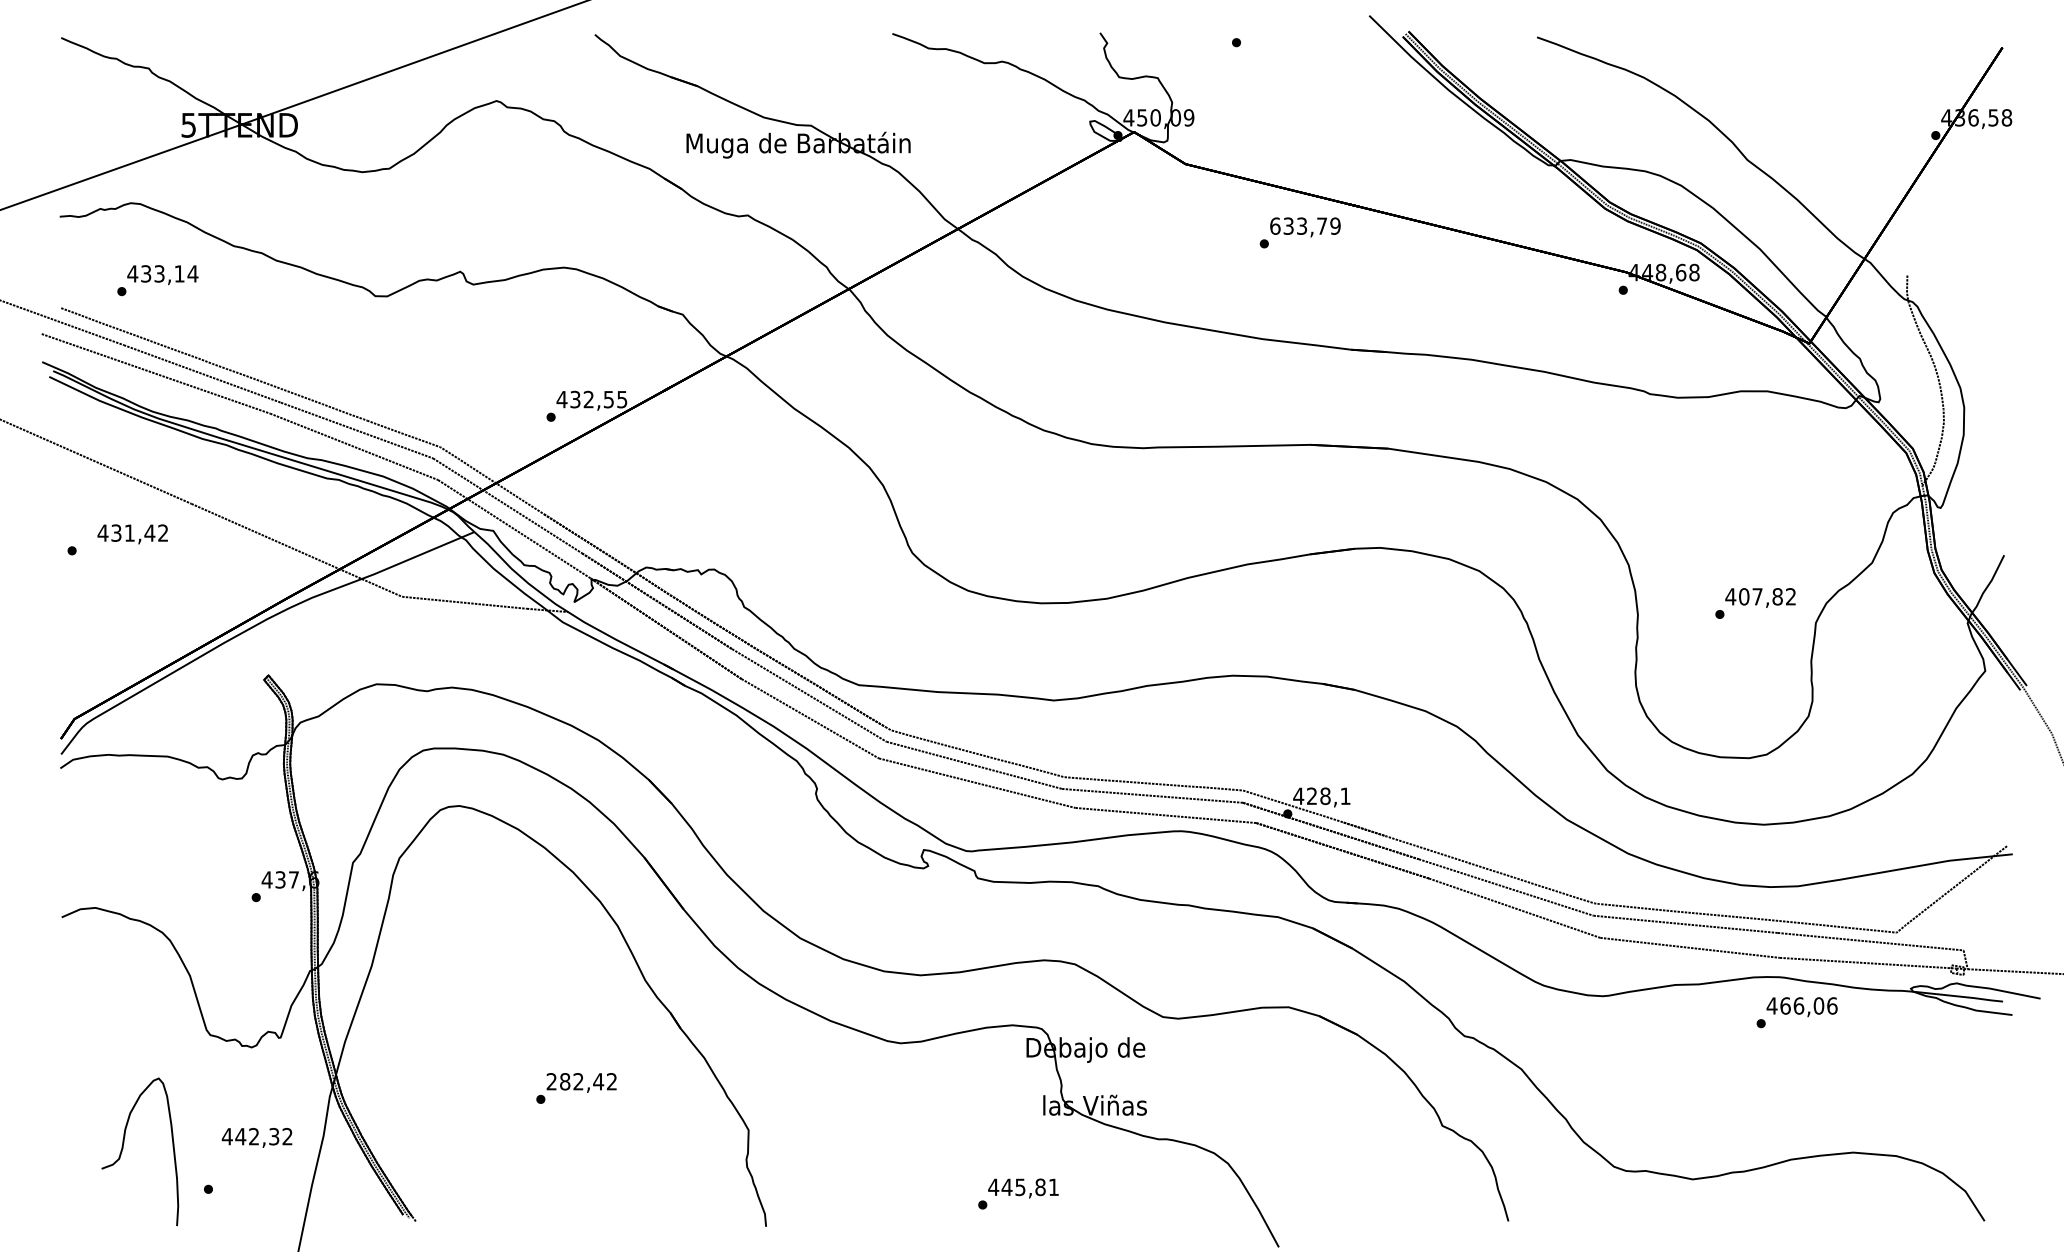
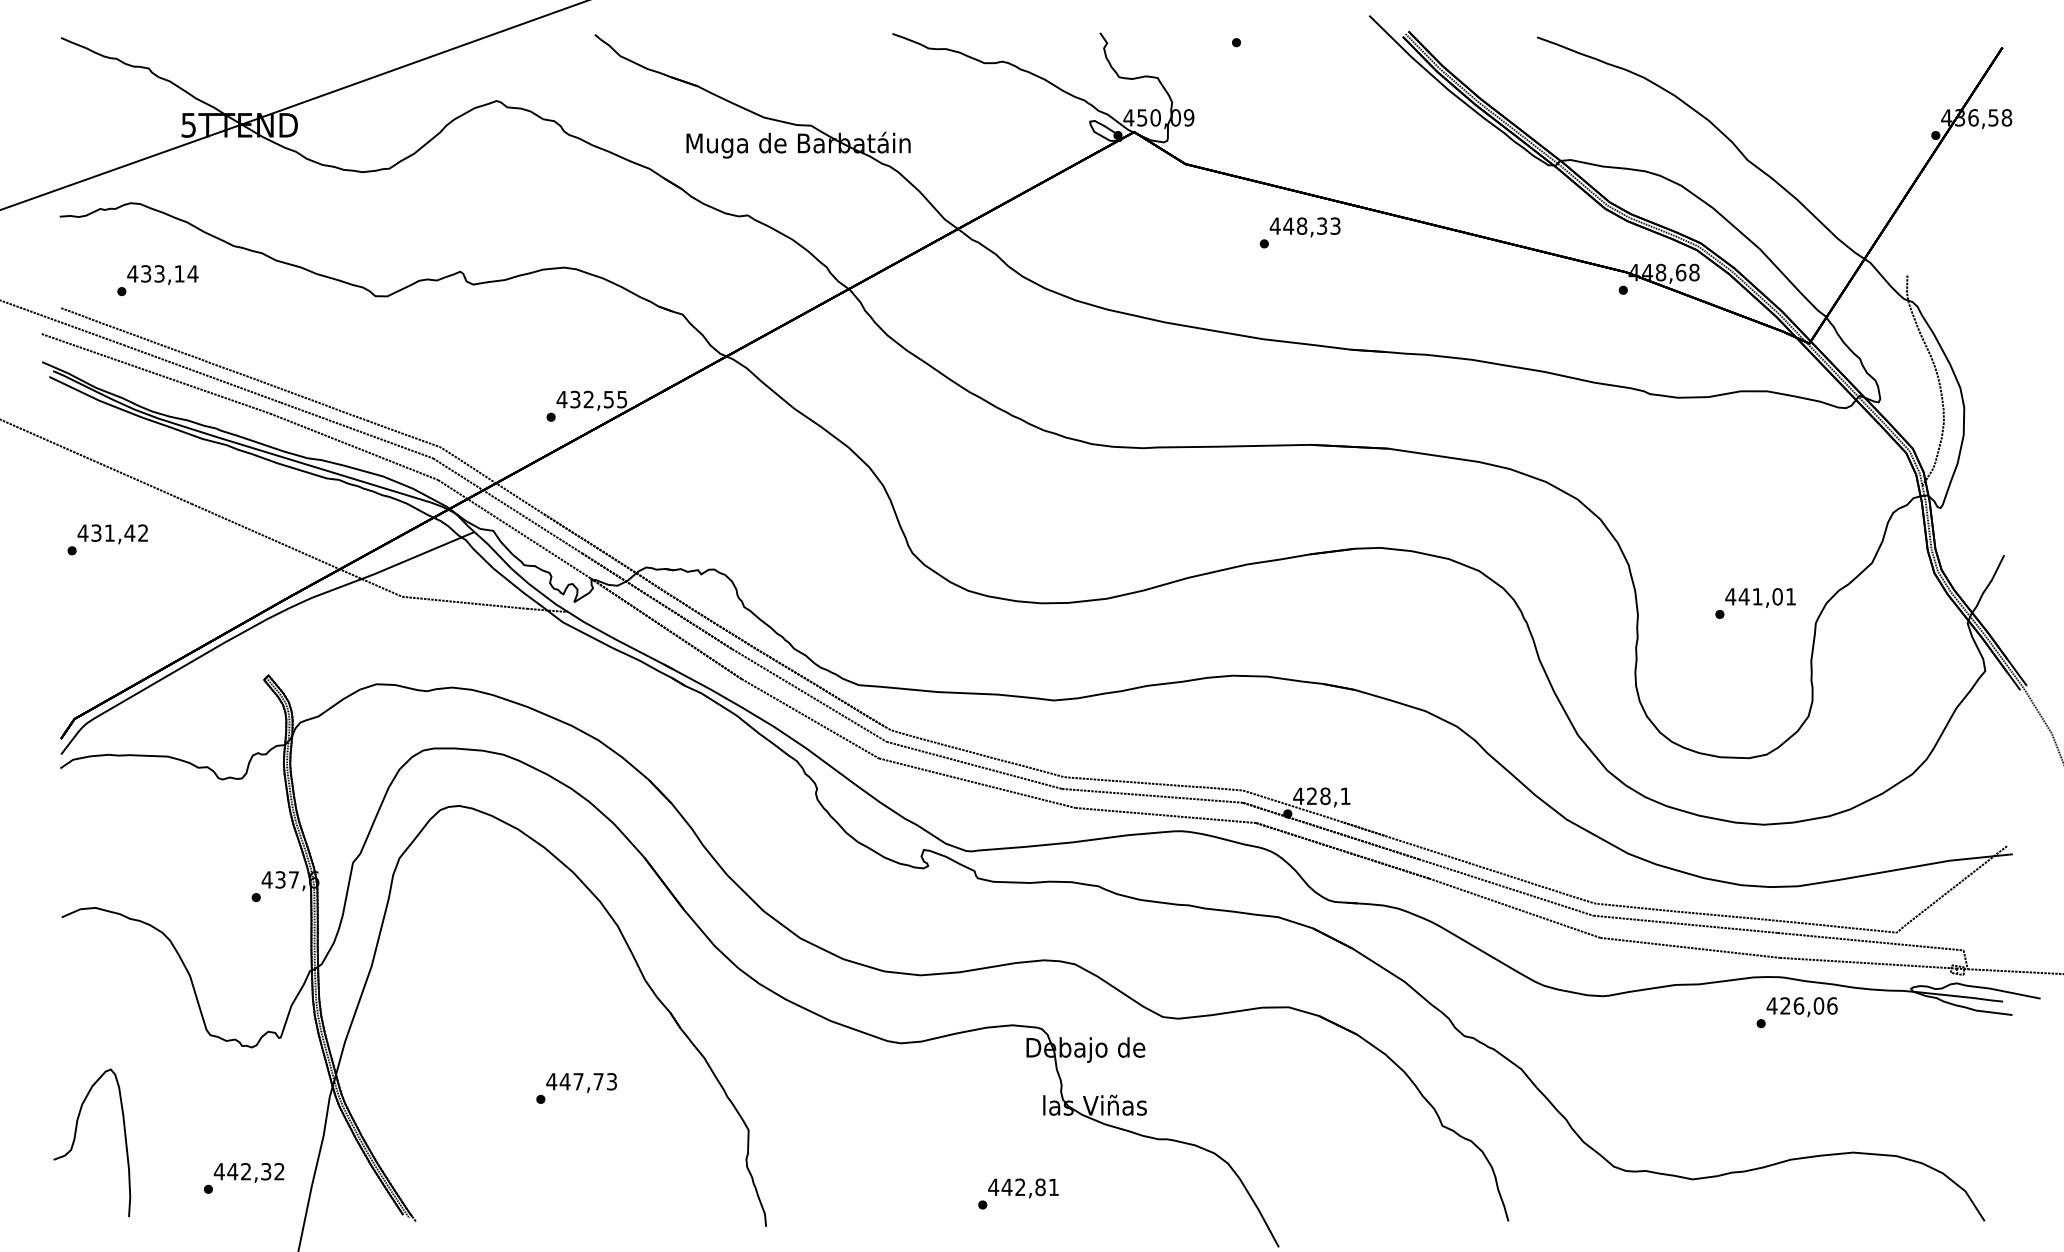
text at (1304, 225): 633,79 -> 448,33
text at (132, 534) position: (132, 534) -> (112, 534)
text at (1766, 596): 407,82 -> 441,01
text at (1785, 1005): 466,06 -> 426,06
text at (581, 1081): 282,42 -> 447,73
text at (256, 1137) position: (256, 1137) -> (248, 1172)
curve at (123, 1148) position: (123, 1148) -> (75, 1139)
text at (1020, 1187): 445,81 -> 442,81
